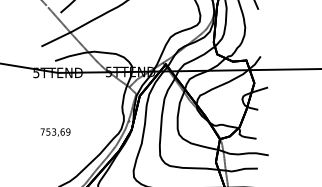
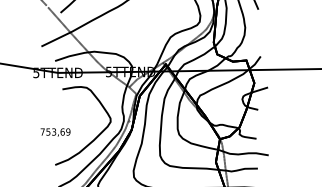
curve at (95, 137): none -> present
